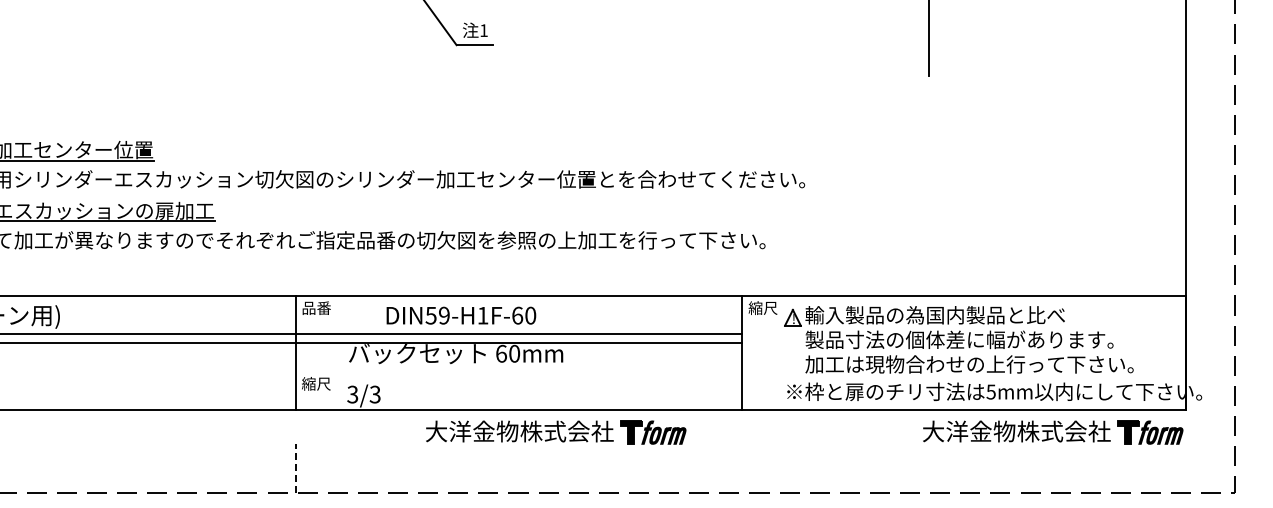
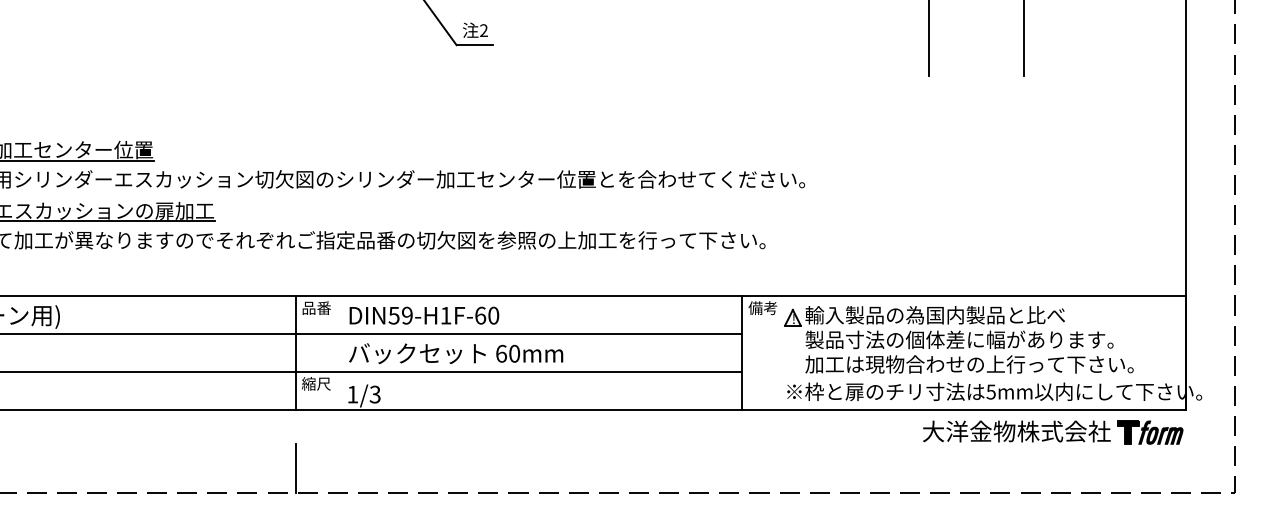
text at (483, 30): 1 -> 2
line at (1023, 38): none -> present
text at (762, 308): 縮尺 -> 備考
text at (461, 315) position: (461, 315) -> (424, 315)
line at (371, 342) position: (371, 342) -> (371, 371)
text at (352, 394): 3/3 -> 1/3
part at (556, 432): present -> none
line at (295, 468): dashed -> solid
